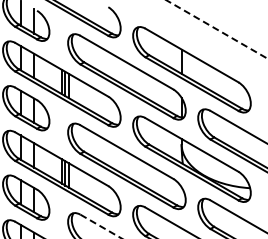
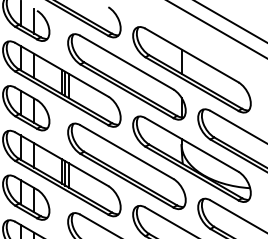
line at (230, 21): none -> present
line at (216, 29): dashed -> solid
line at (101, 226): dashed -> solid
